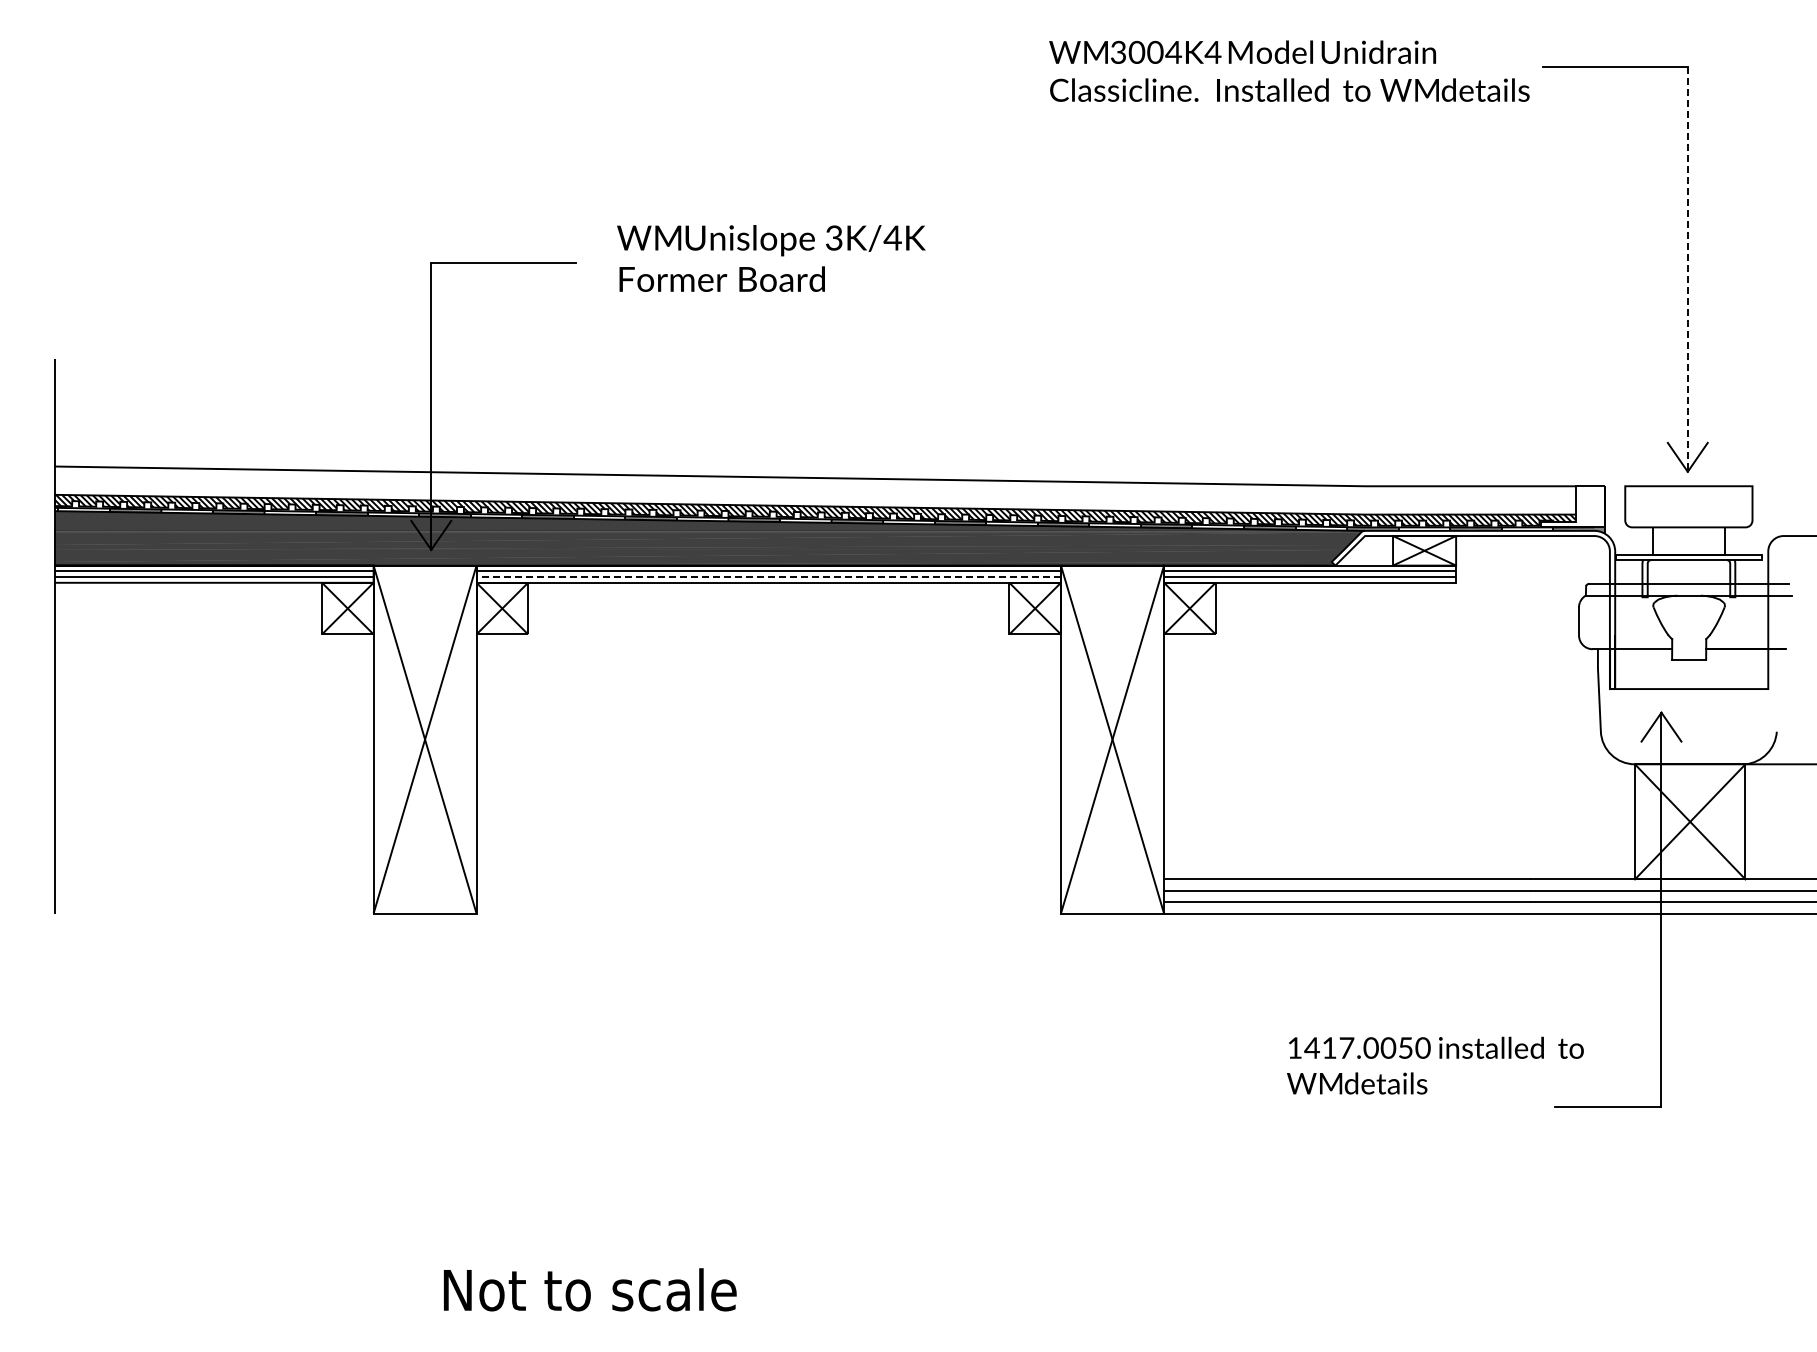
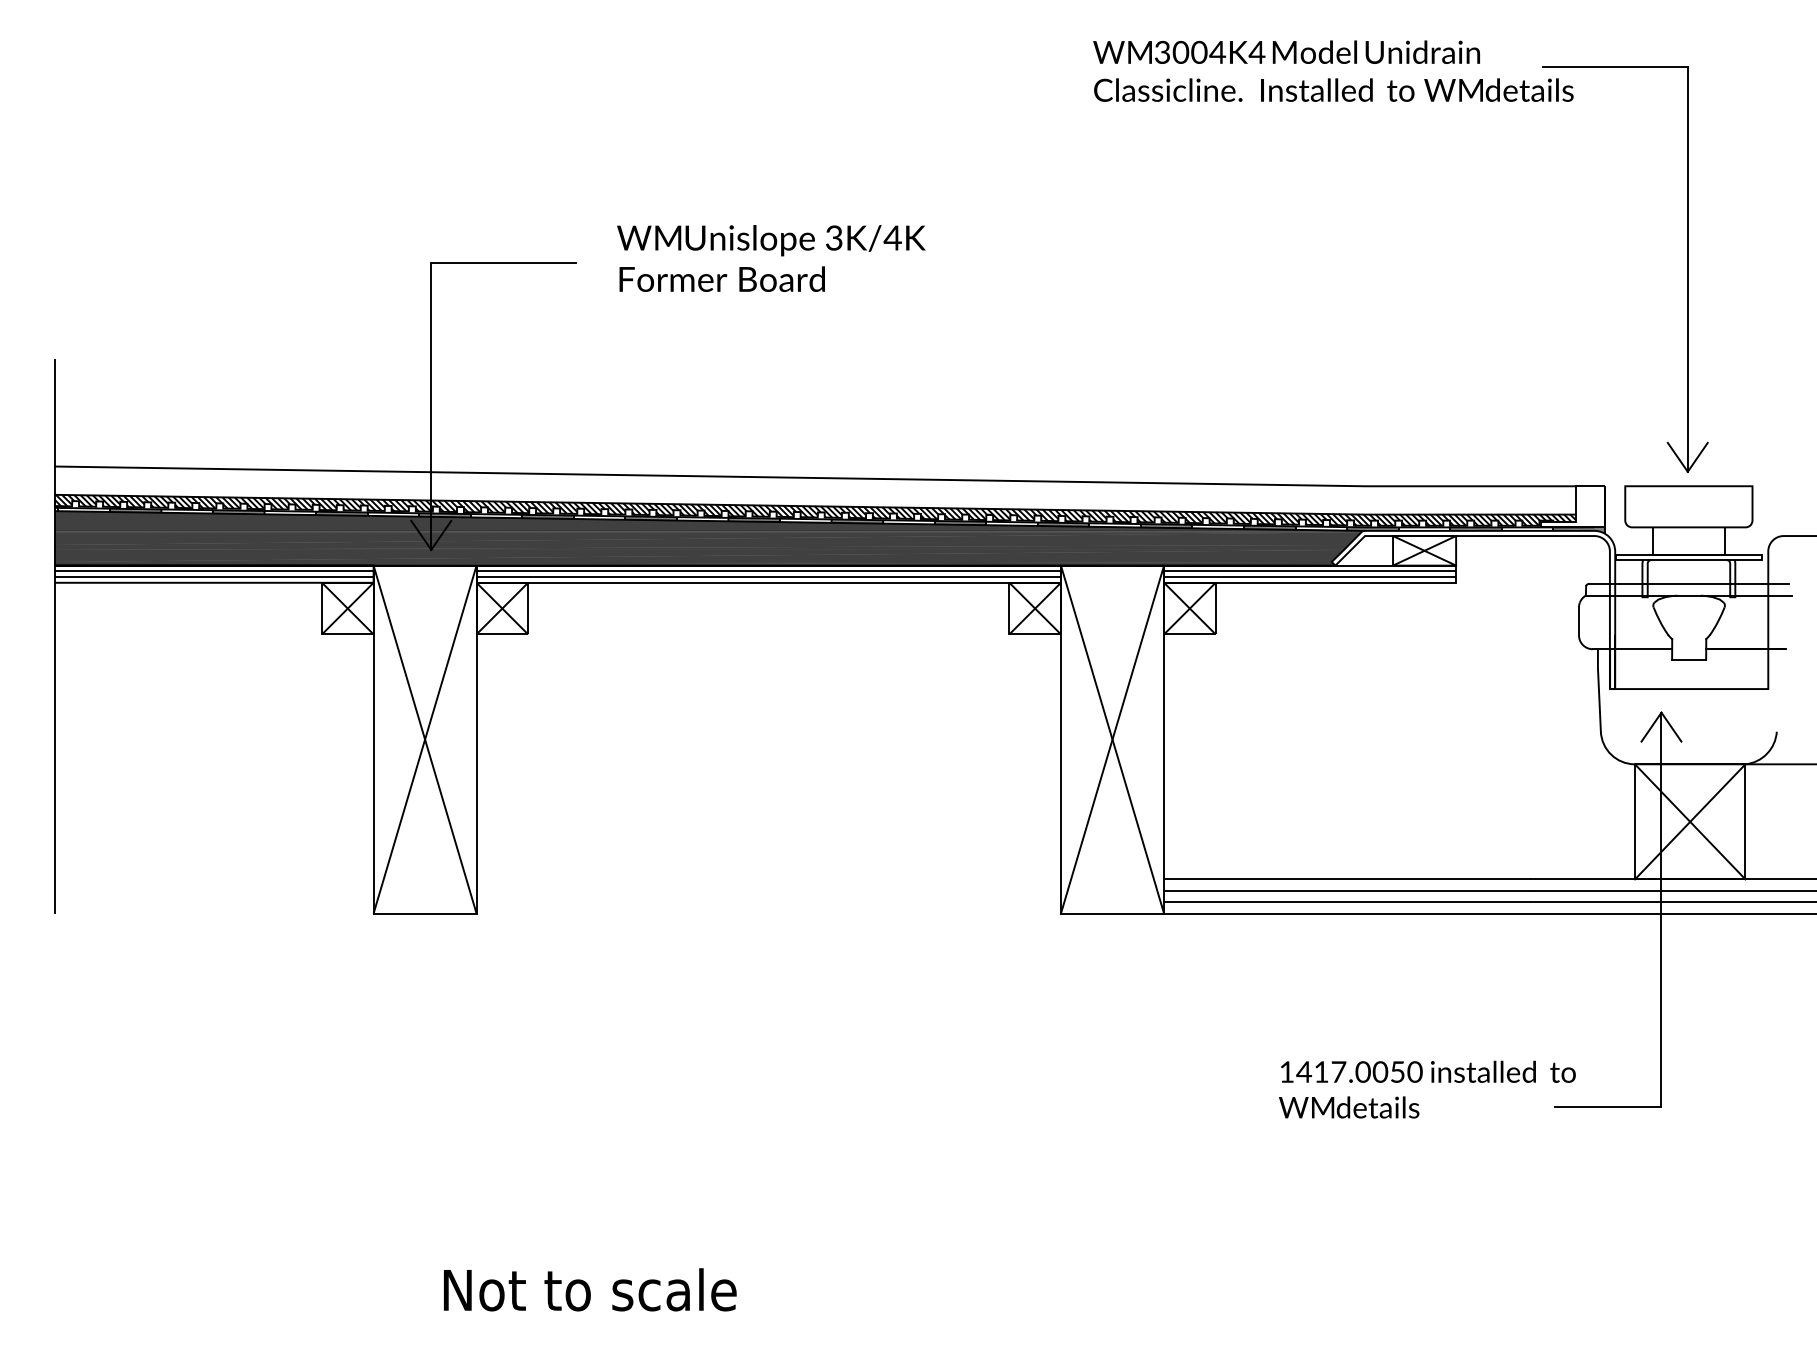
text at (1289, 70) position: (1289, 70) -> (1333, 70)
line at (1687, 269): dashed -> solid
line at (768, 577): dashed -> solid
text at (1435, 1065) position: (1435, 1065) -> (1427, 1089)
